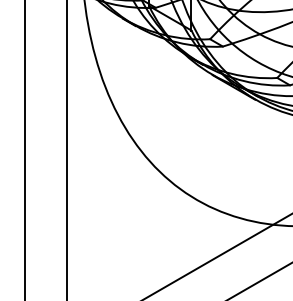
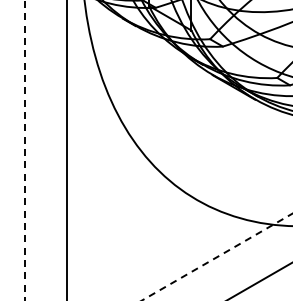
line at (24, 150): solid -> dashed
line at (217, 256): solid -> dashed
